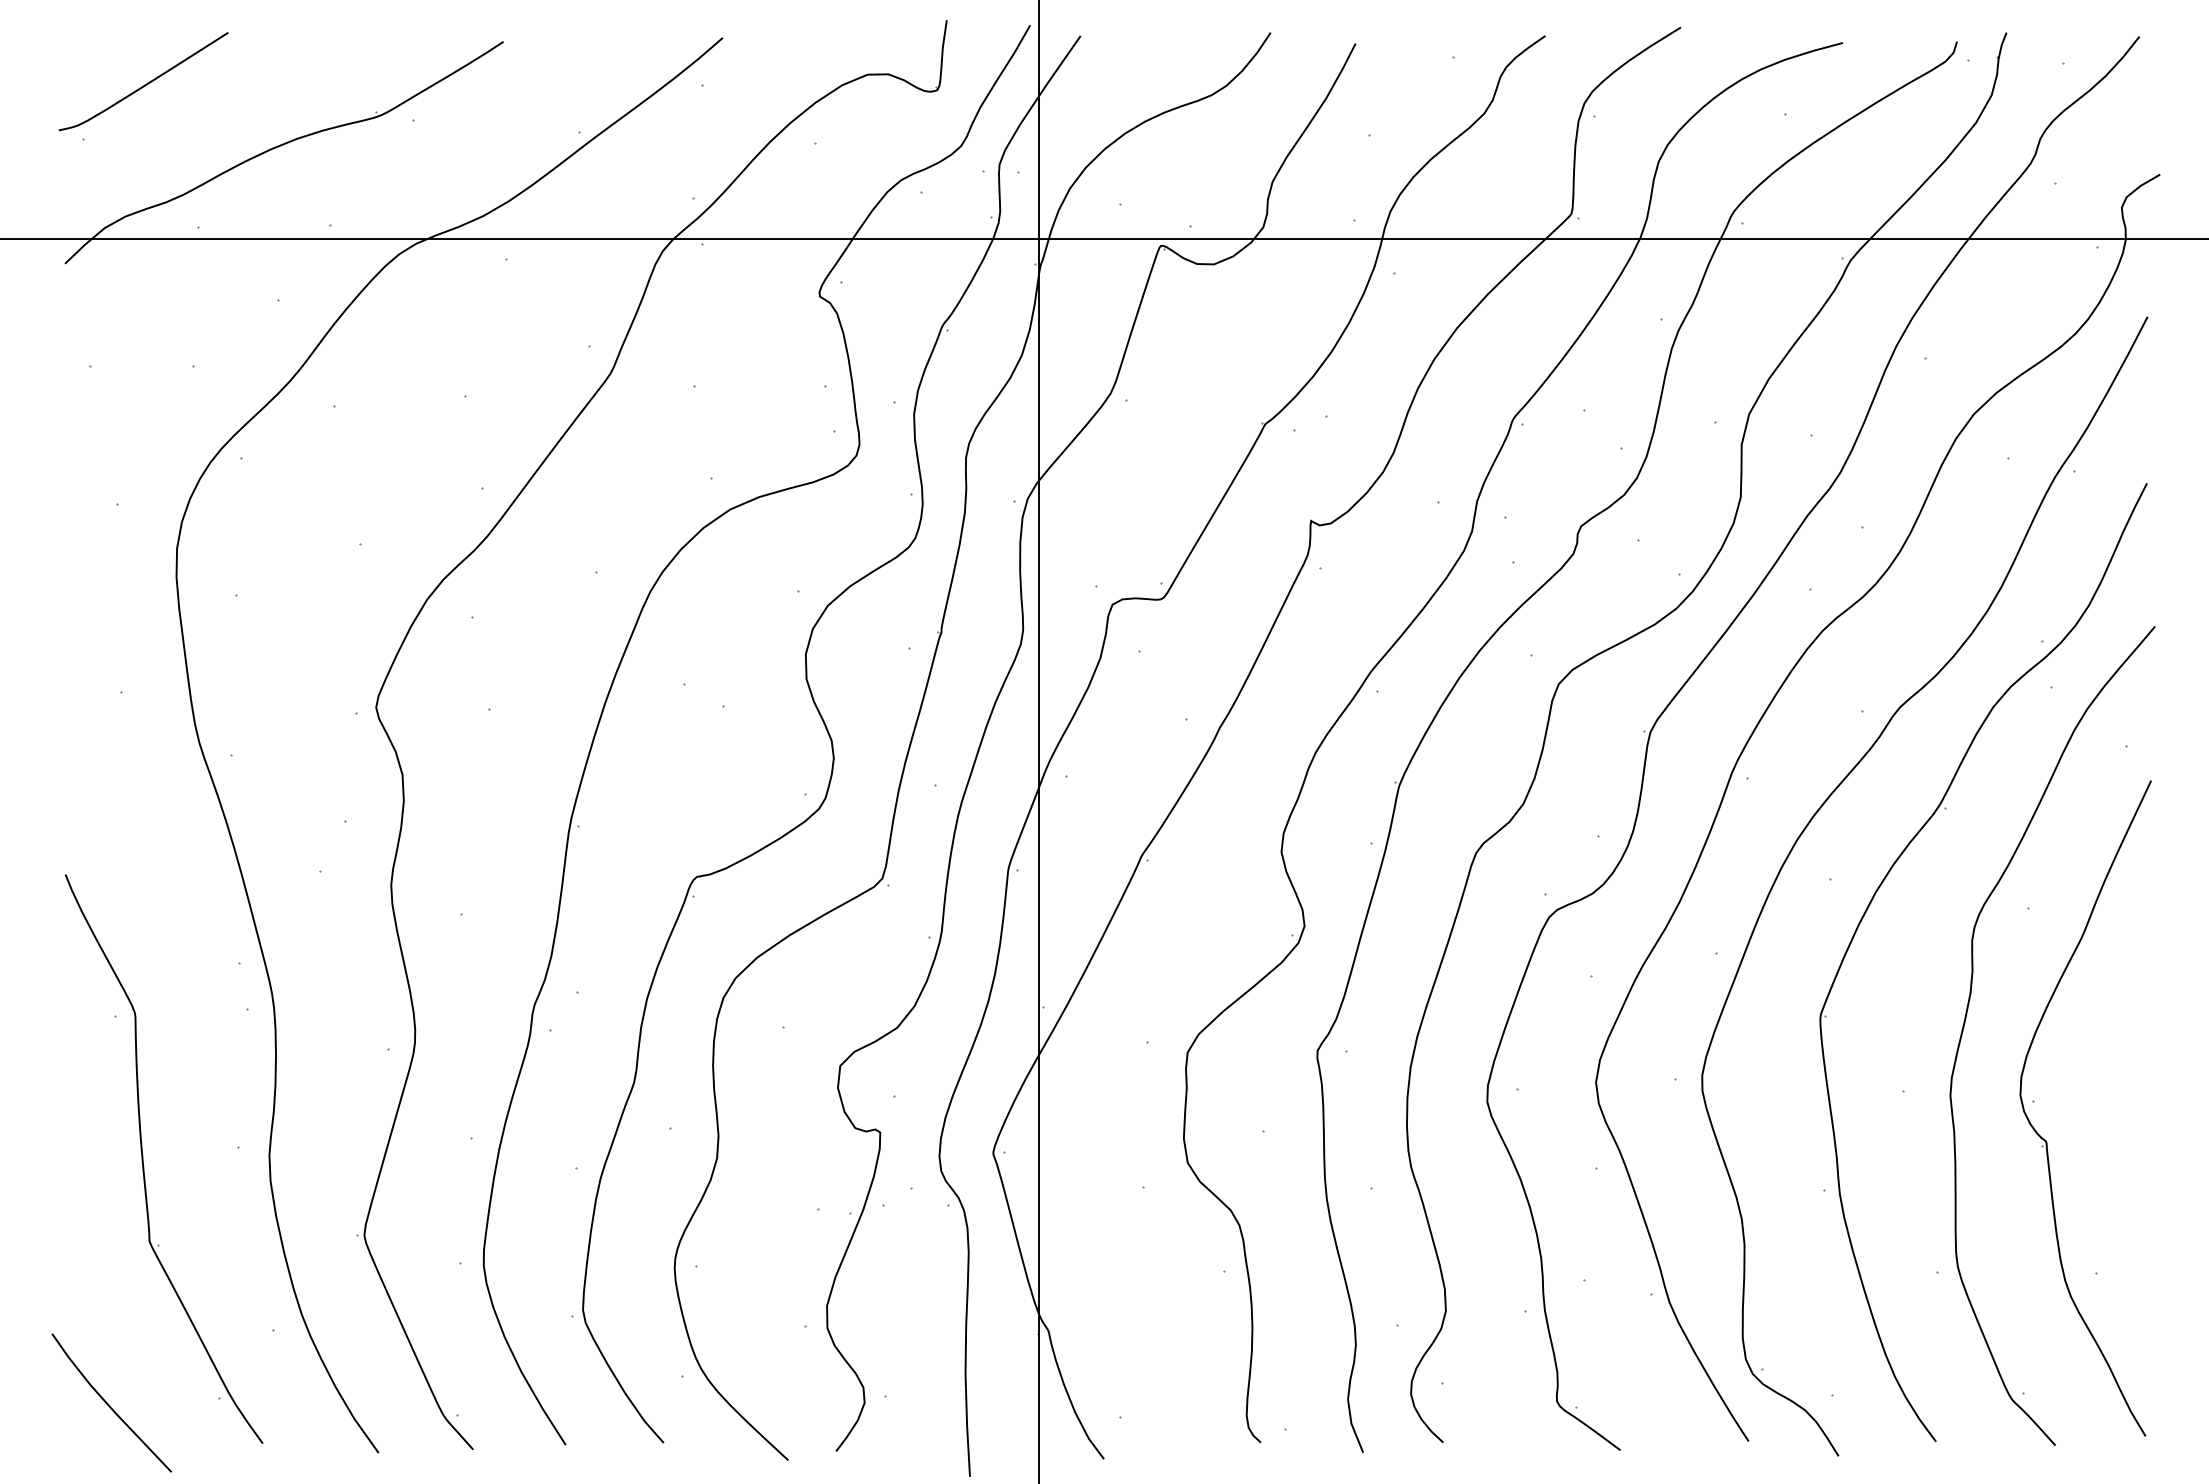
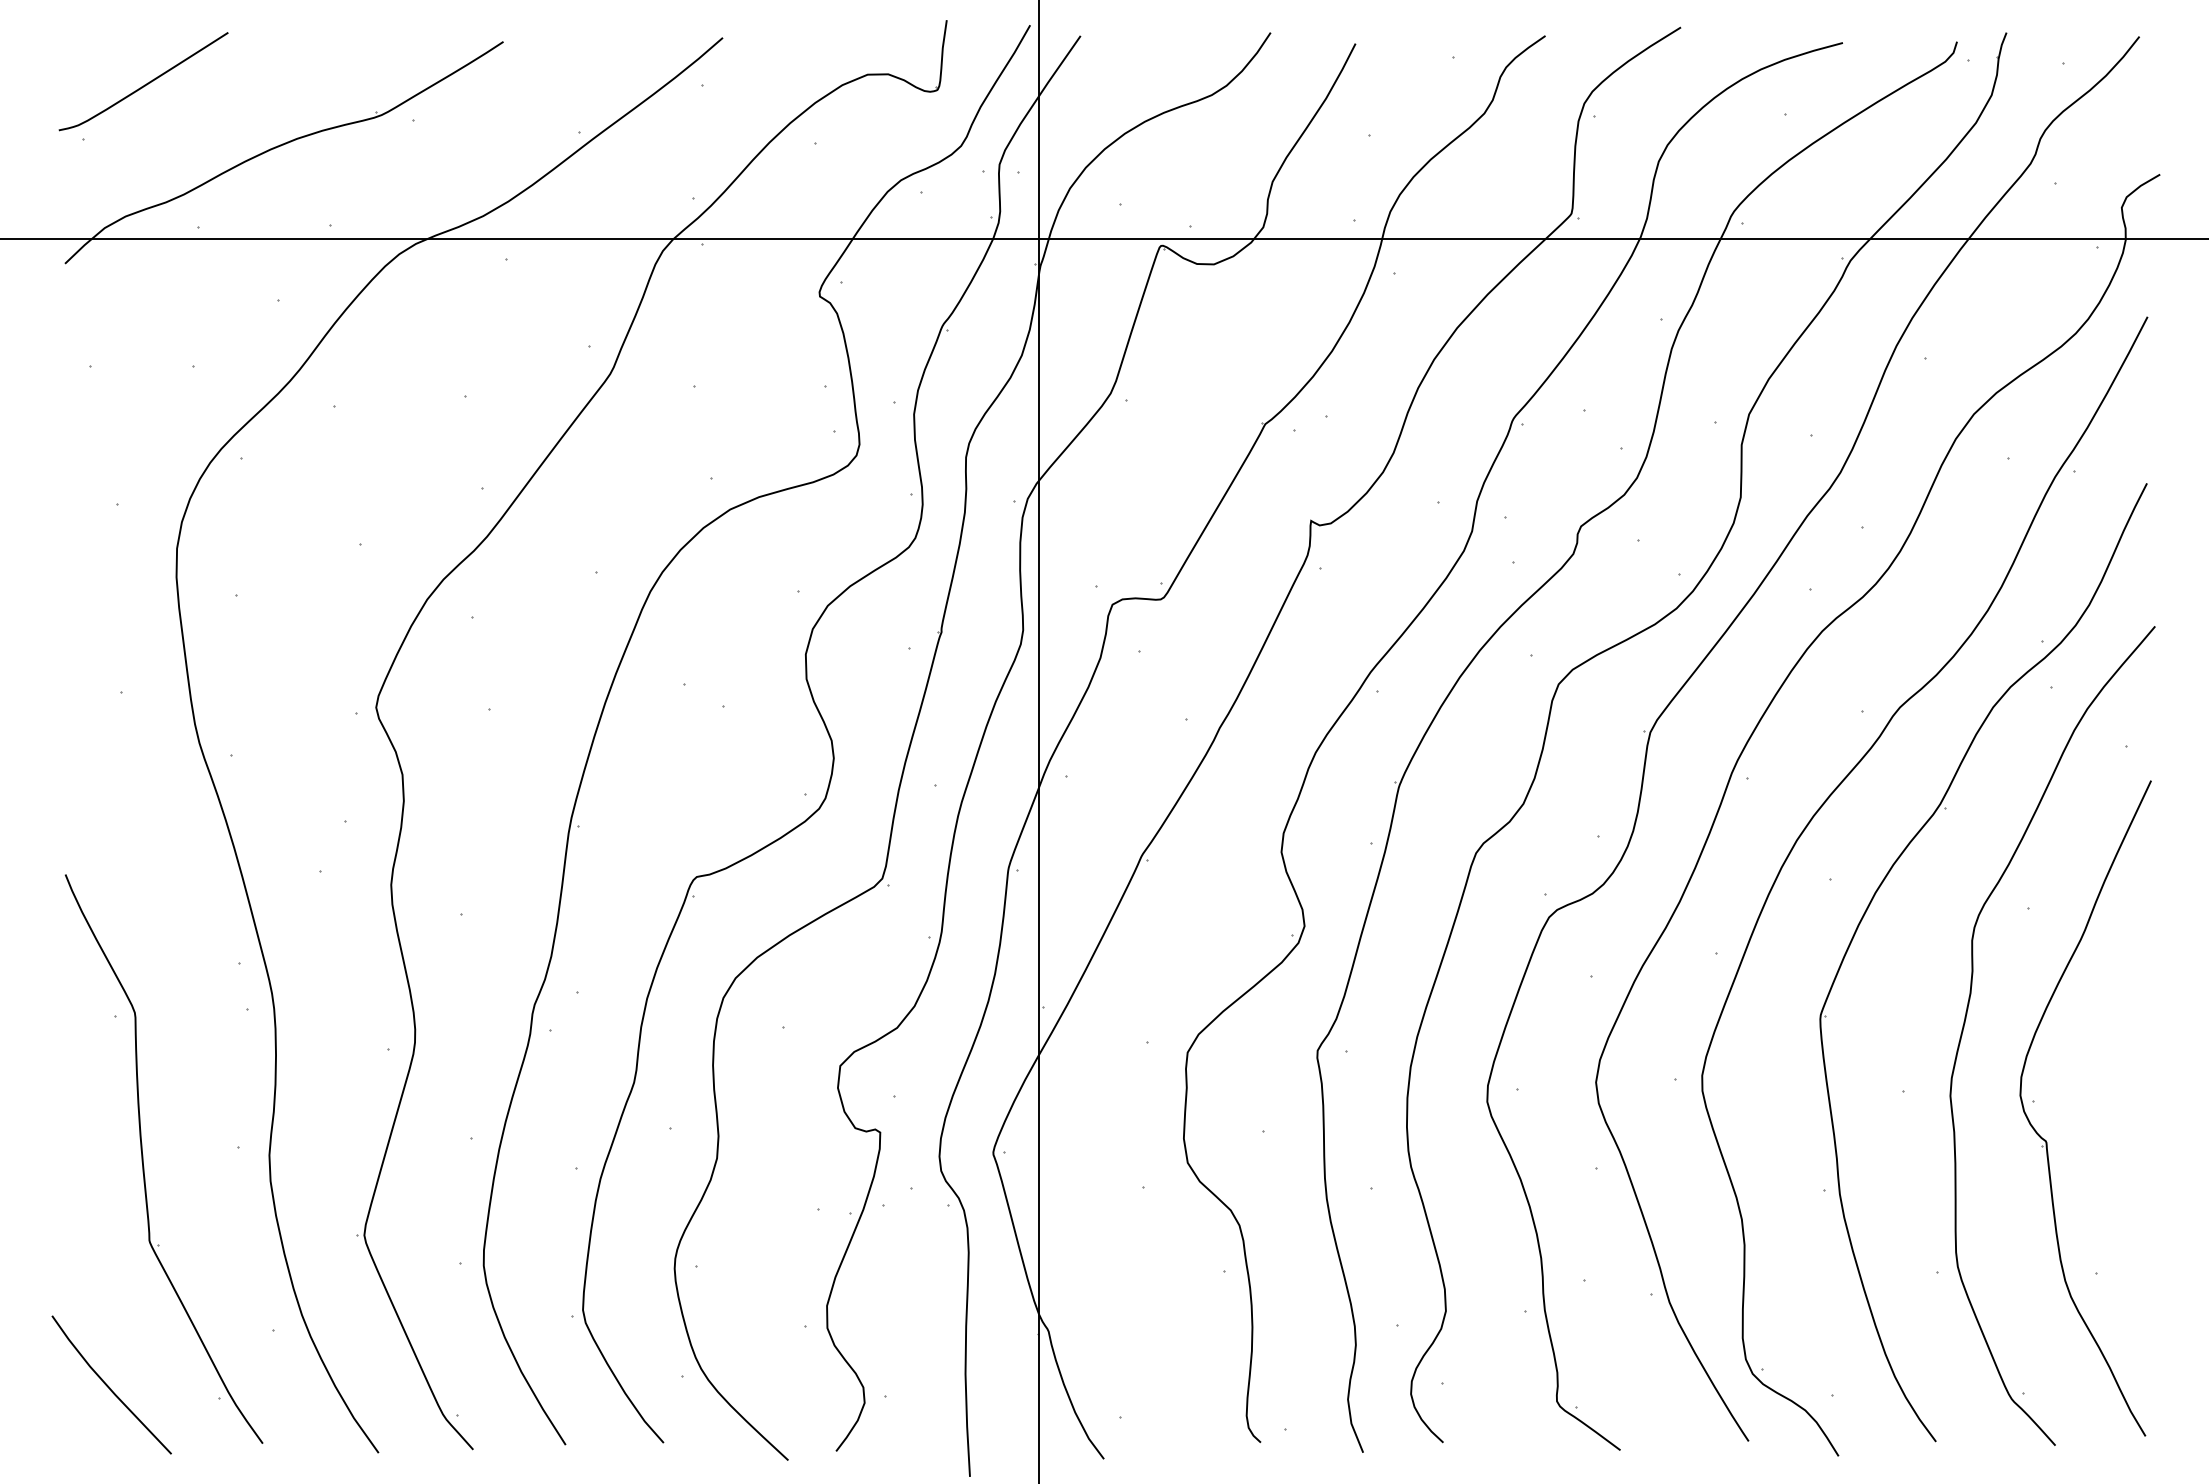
line at (109, 1404) position: (109, 1404) -> (109, 1386)
